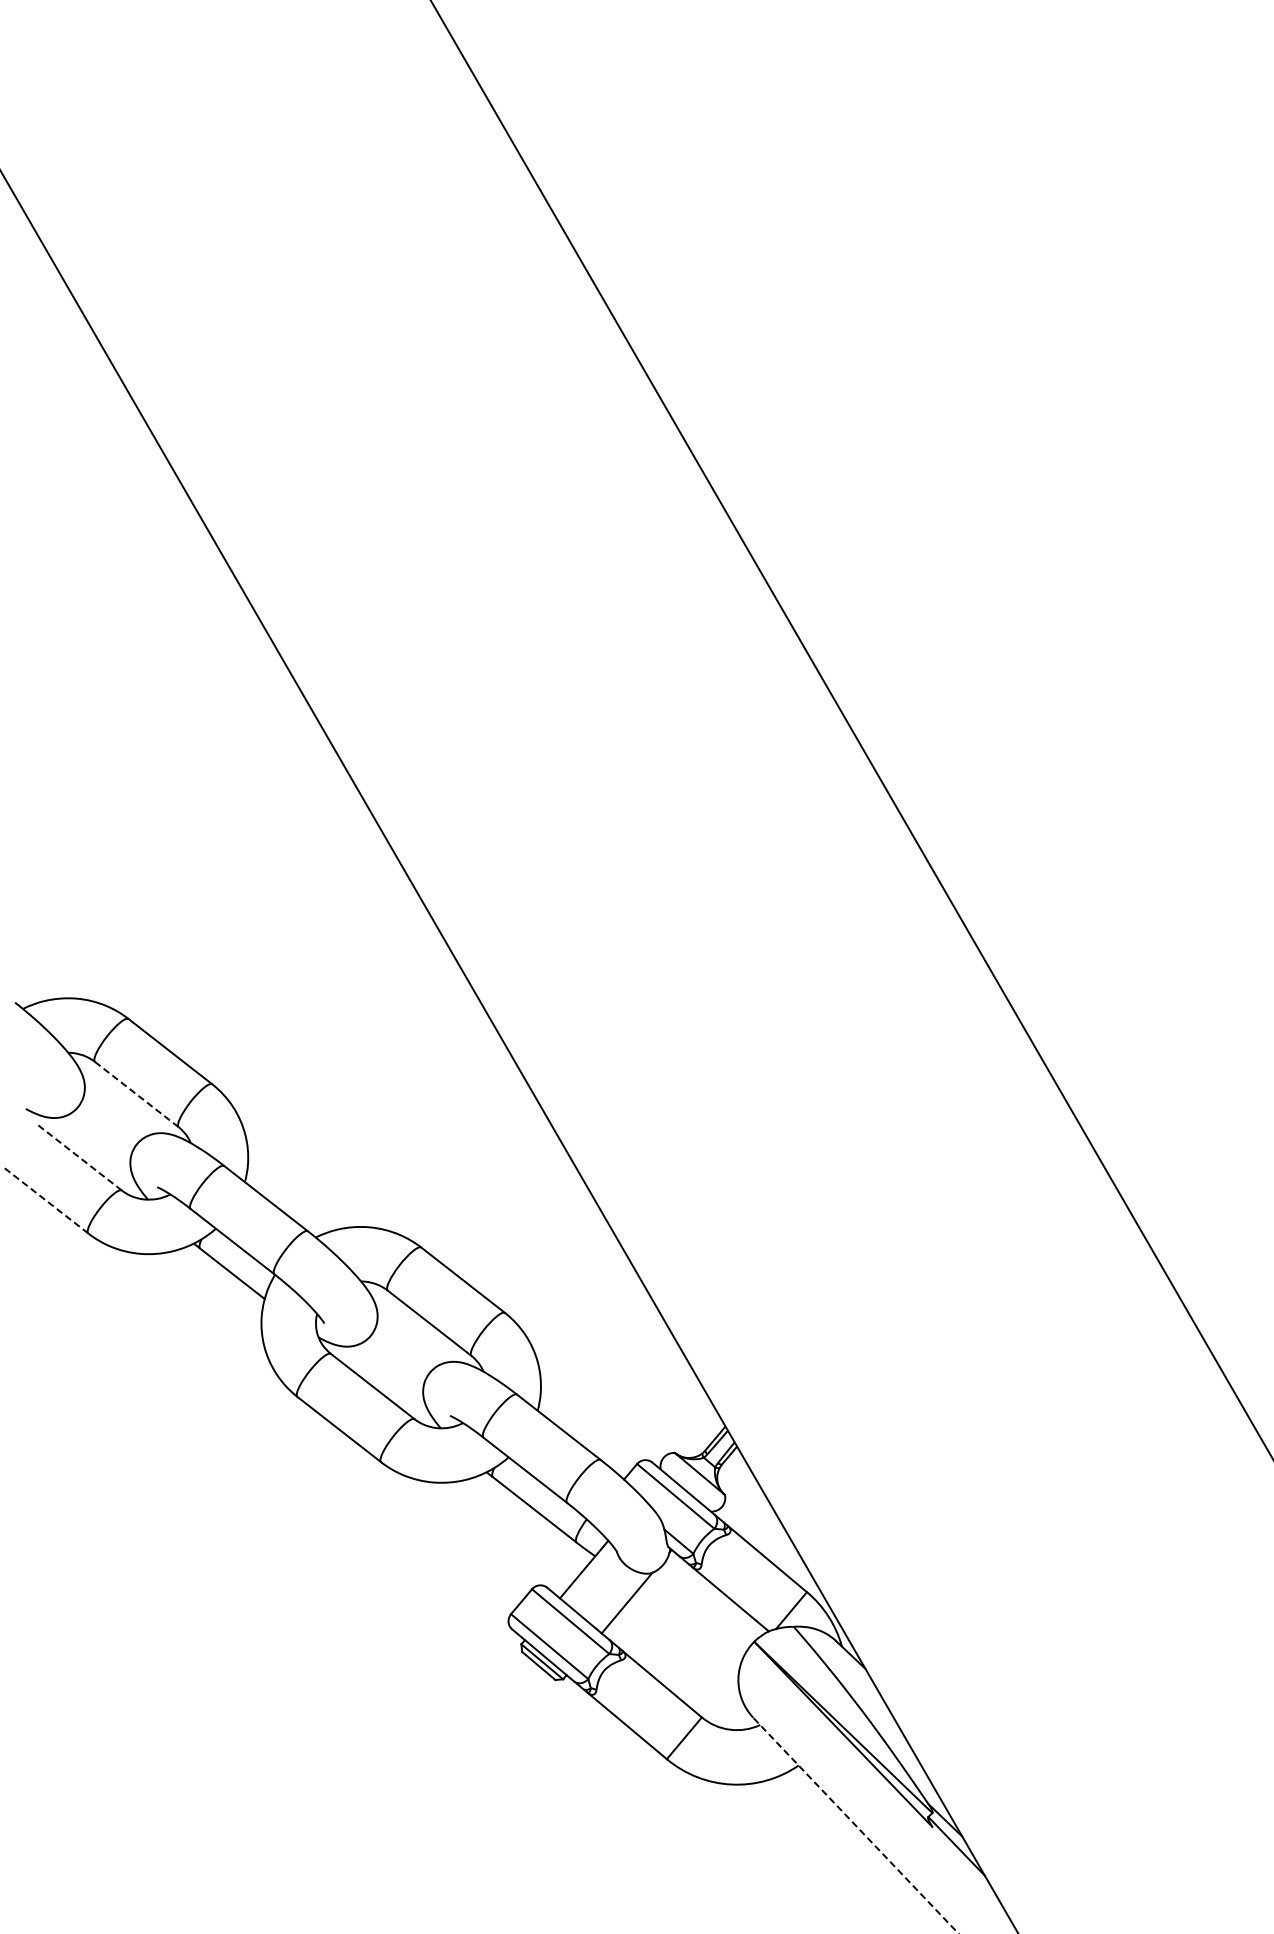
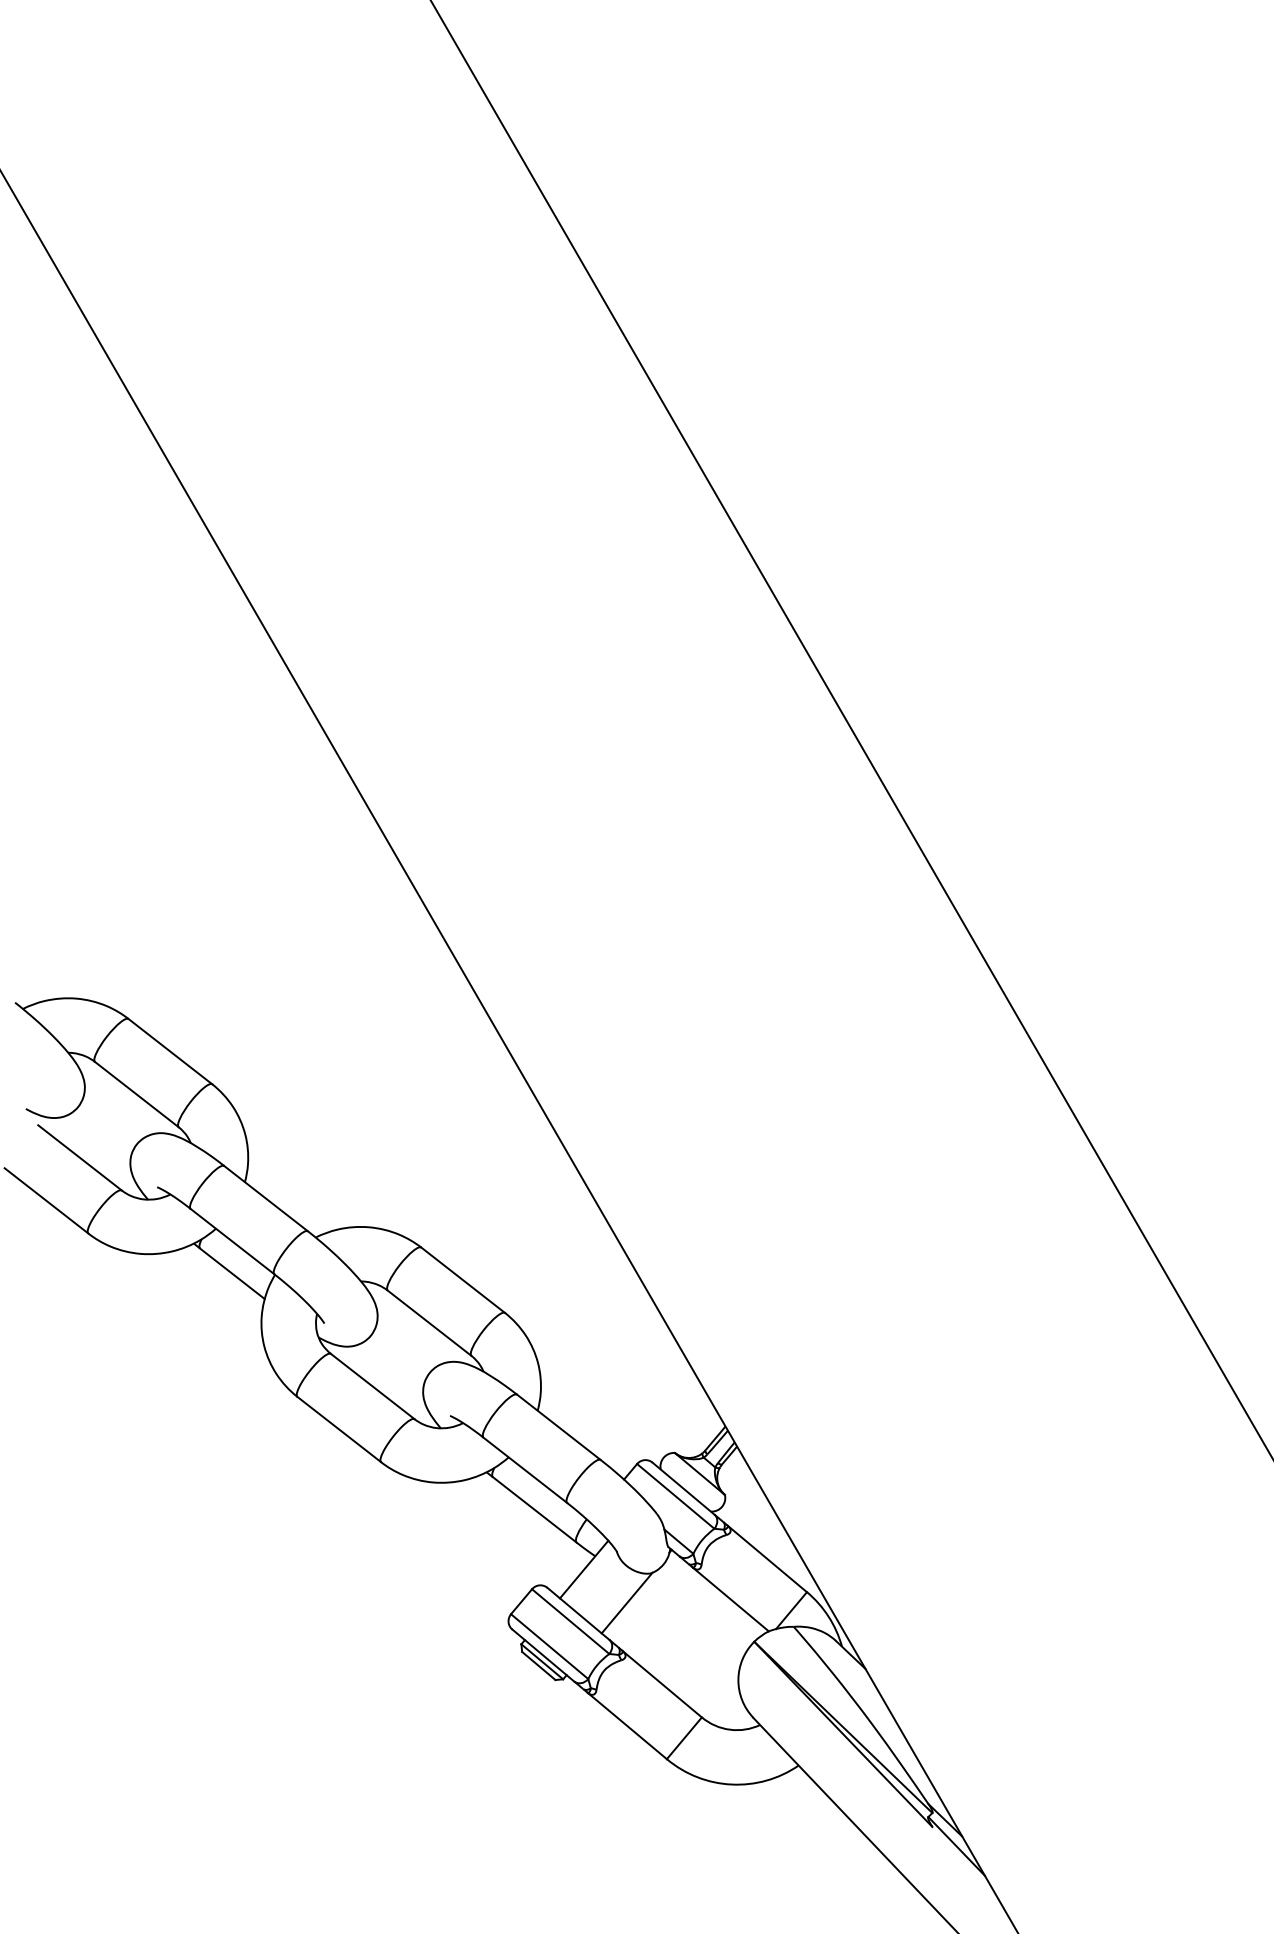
line at (137, 1094): dashed -> solid
line at (79, 1157): dashed -> solid
line at (46, 1200): dashed -> solid
line at (855, 1825): dashed -> solid
